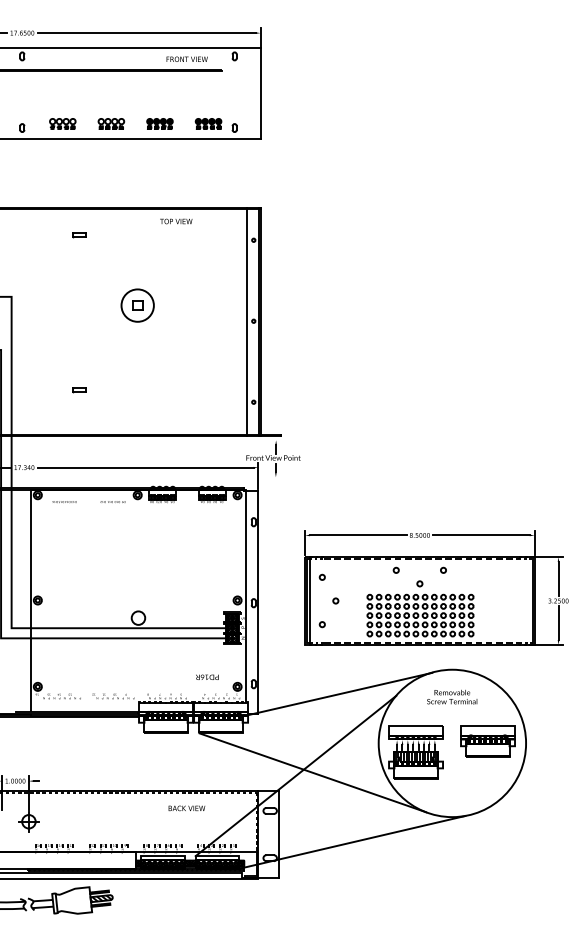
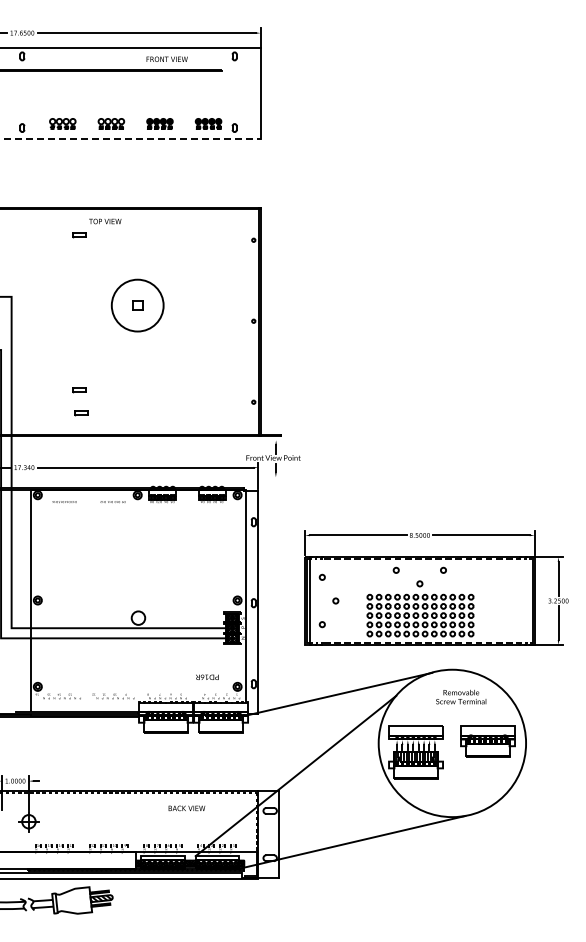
text at (186, 58) position: (186, 58) -> (166, 58)
line at (130, 138): solid -> dashed
text at (176, 221) position: (176, 221) -> (105, 221)
circle at (137, 305) diameter: 32 px -> 52 px
line at (247, 321): present -> none
part at (81, 413): none -> present
text at (452, 696) position: (452, 696) -> (461, 696)
line at (312, 772): present -> none
